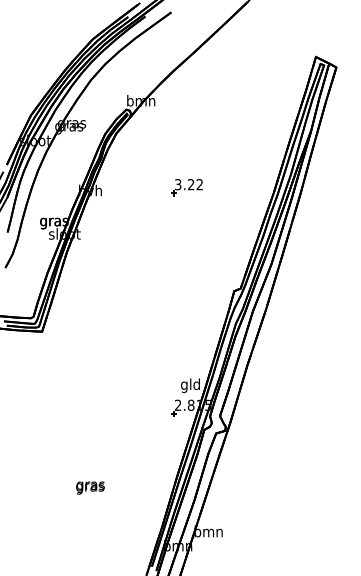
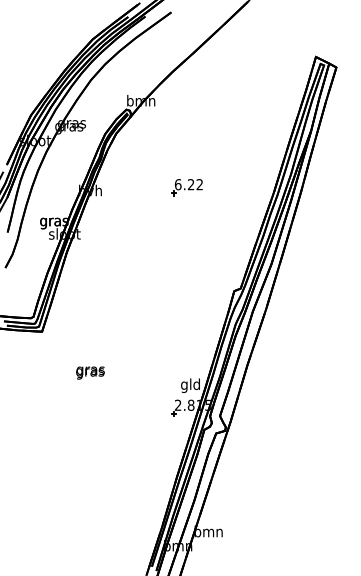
text at (177, 184): 3.22 -> 6.22
text at (90, 487) position: (90, 487) -> (90, 372)
